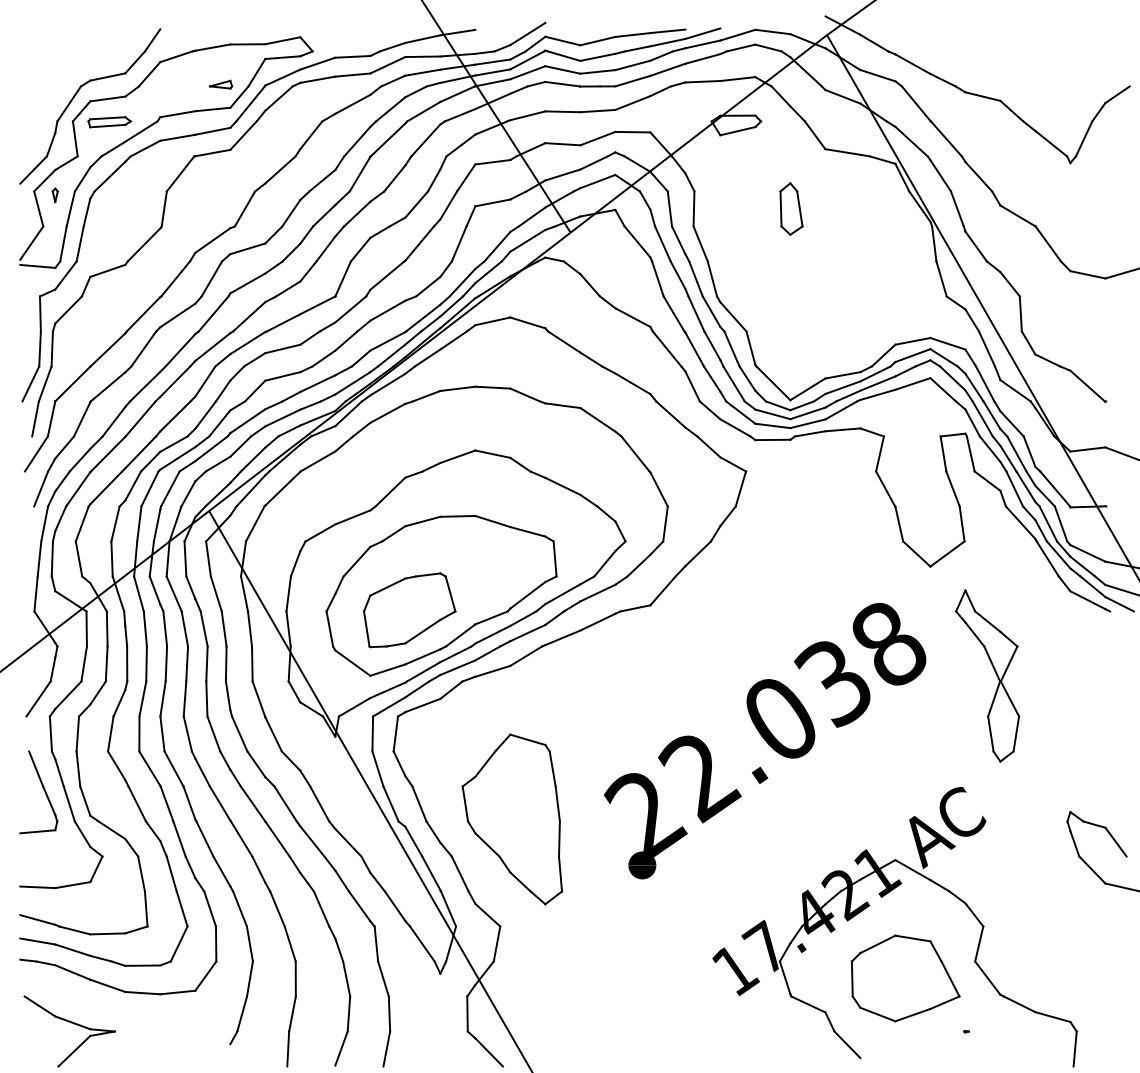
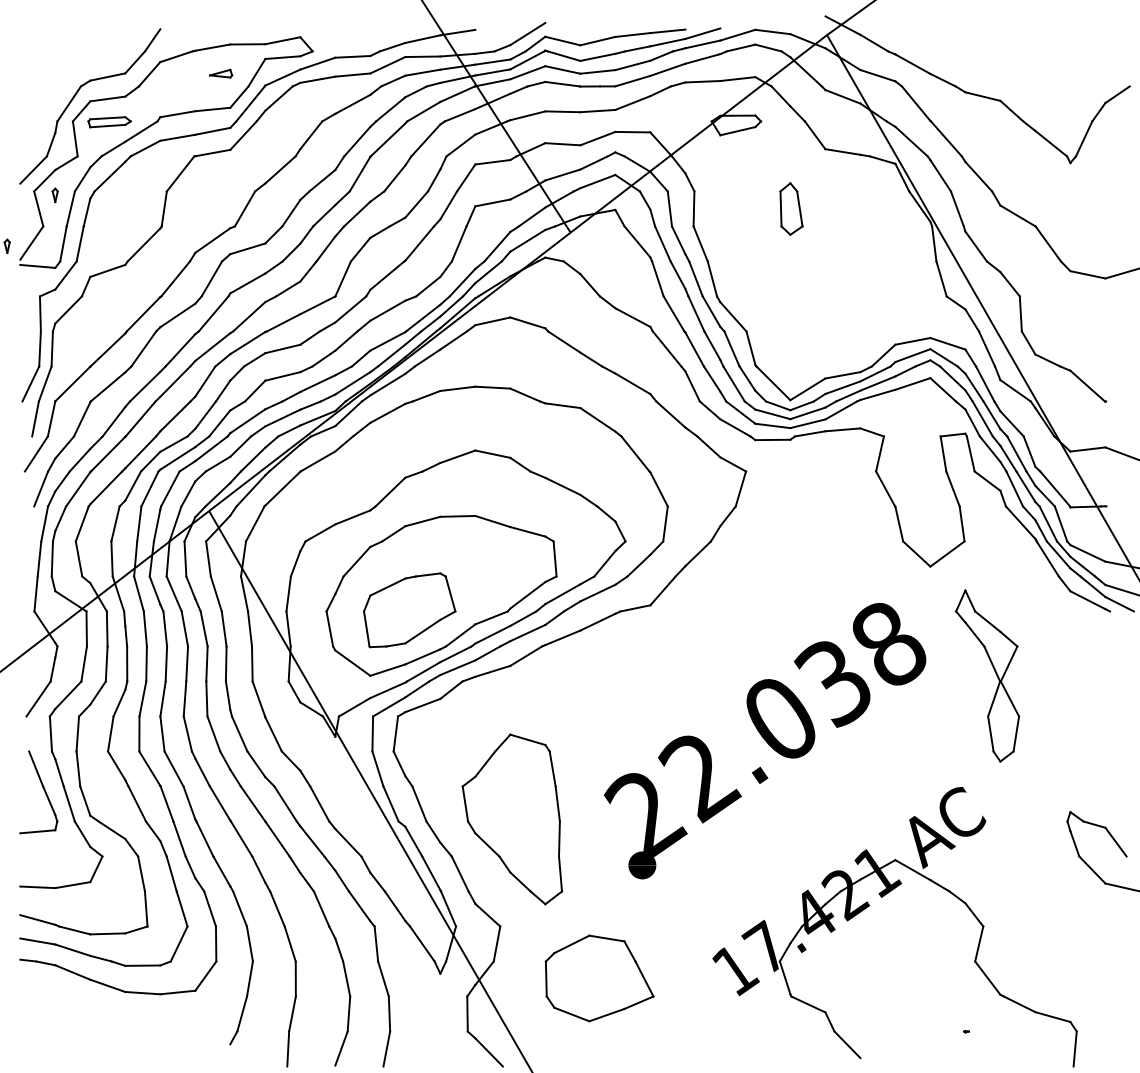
part at (221, 84) position: (221, 84) -> (221, 73)
part at (6, 245): none -> present
part at (905, 978) position: (905, 978) -> (599, 978)
part at (71, 1023): present -> none
